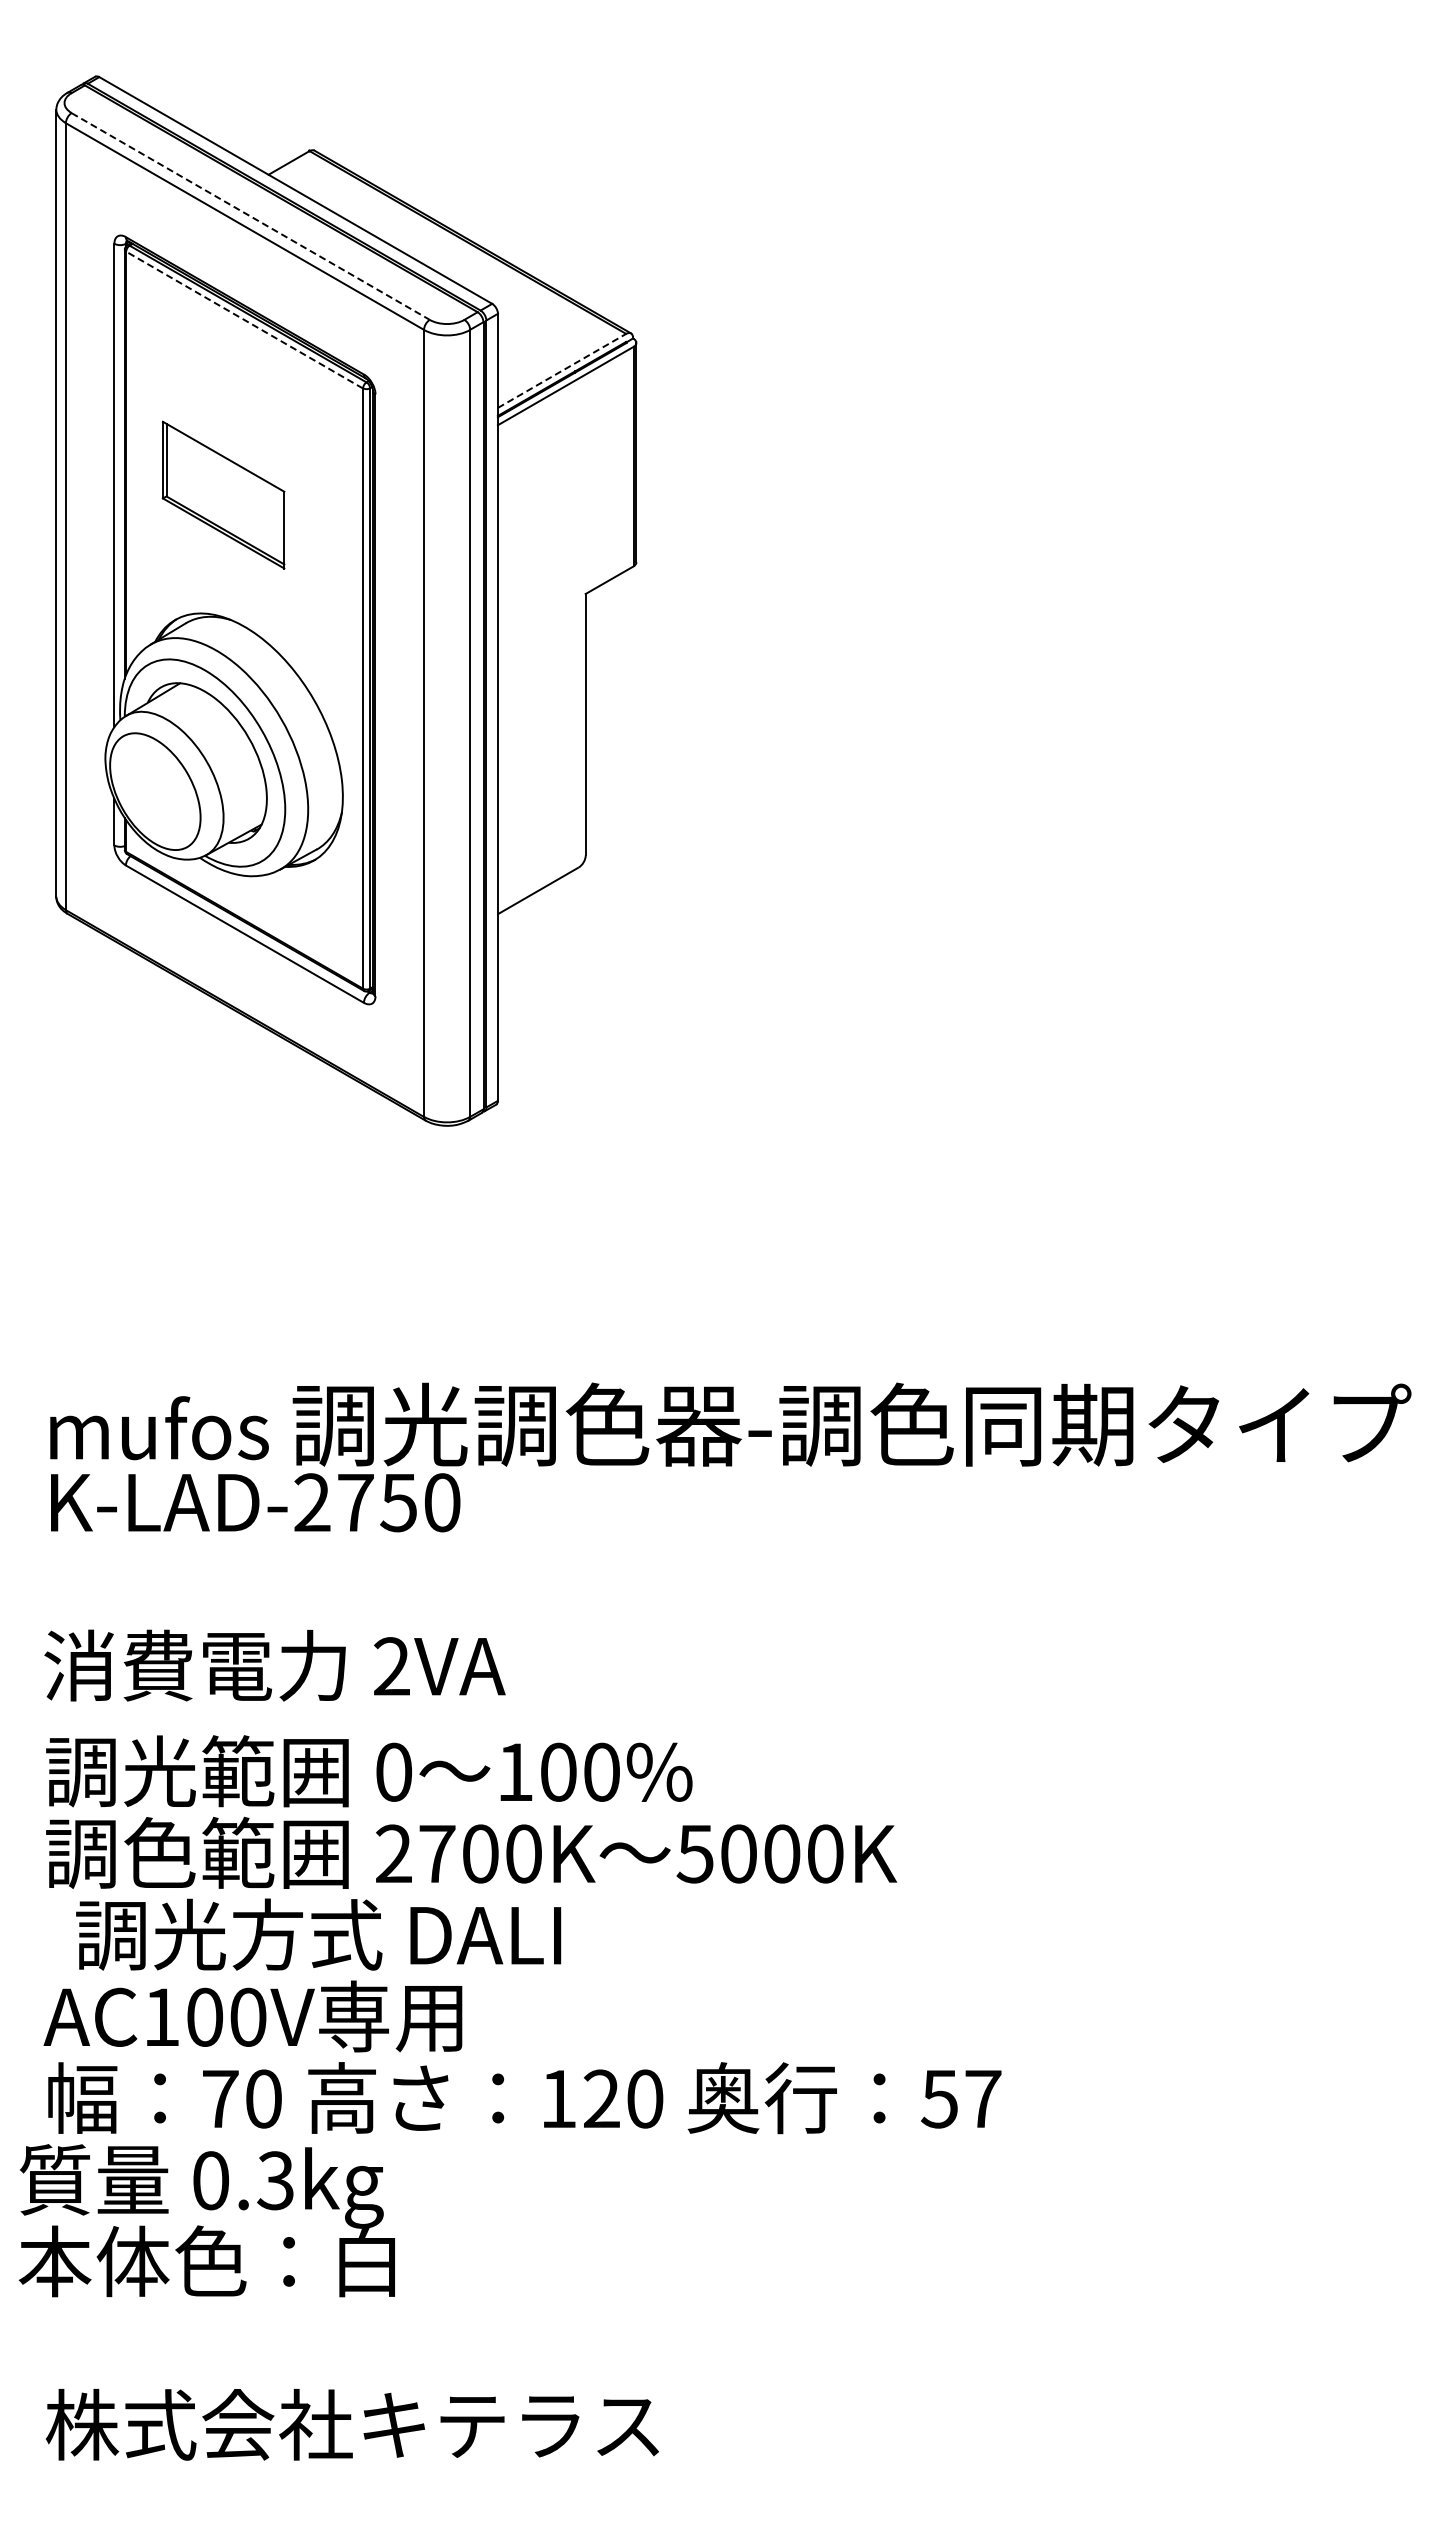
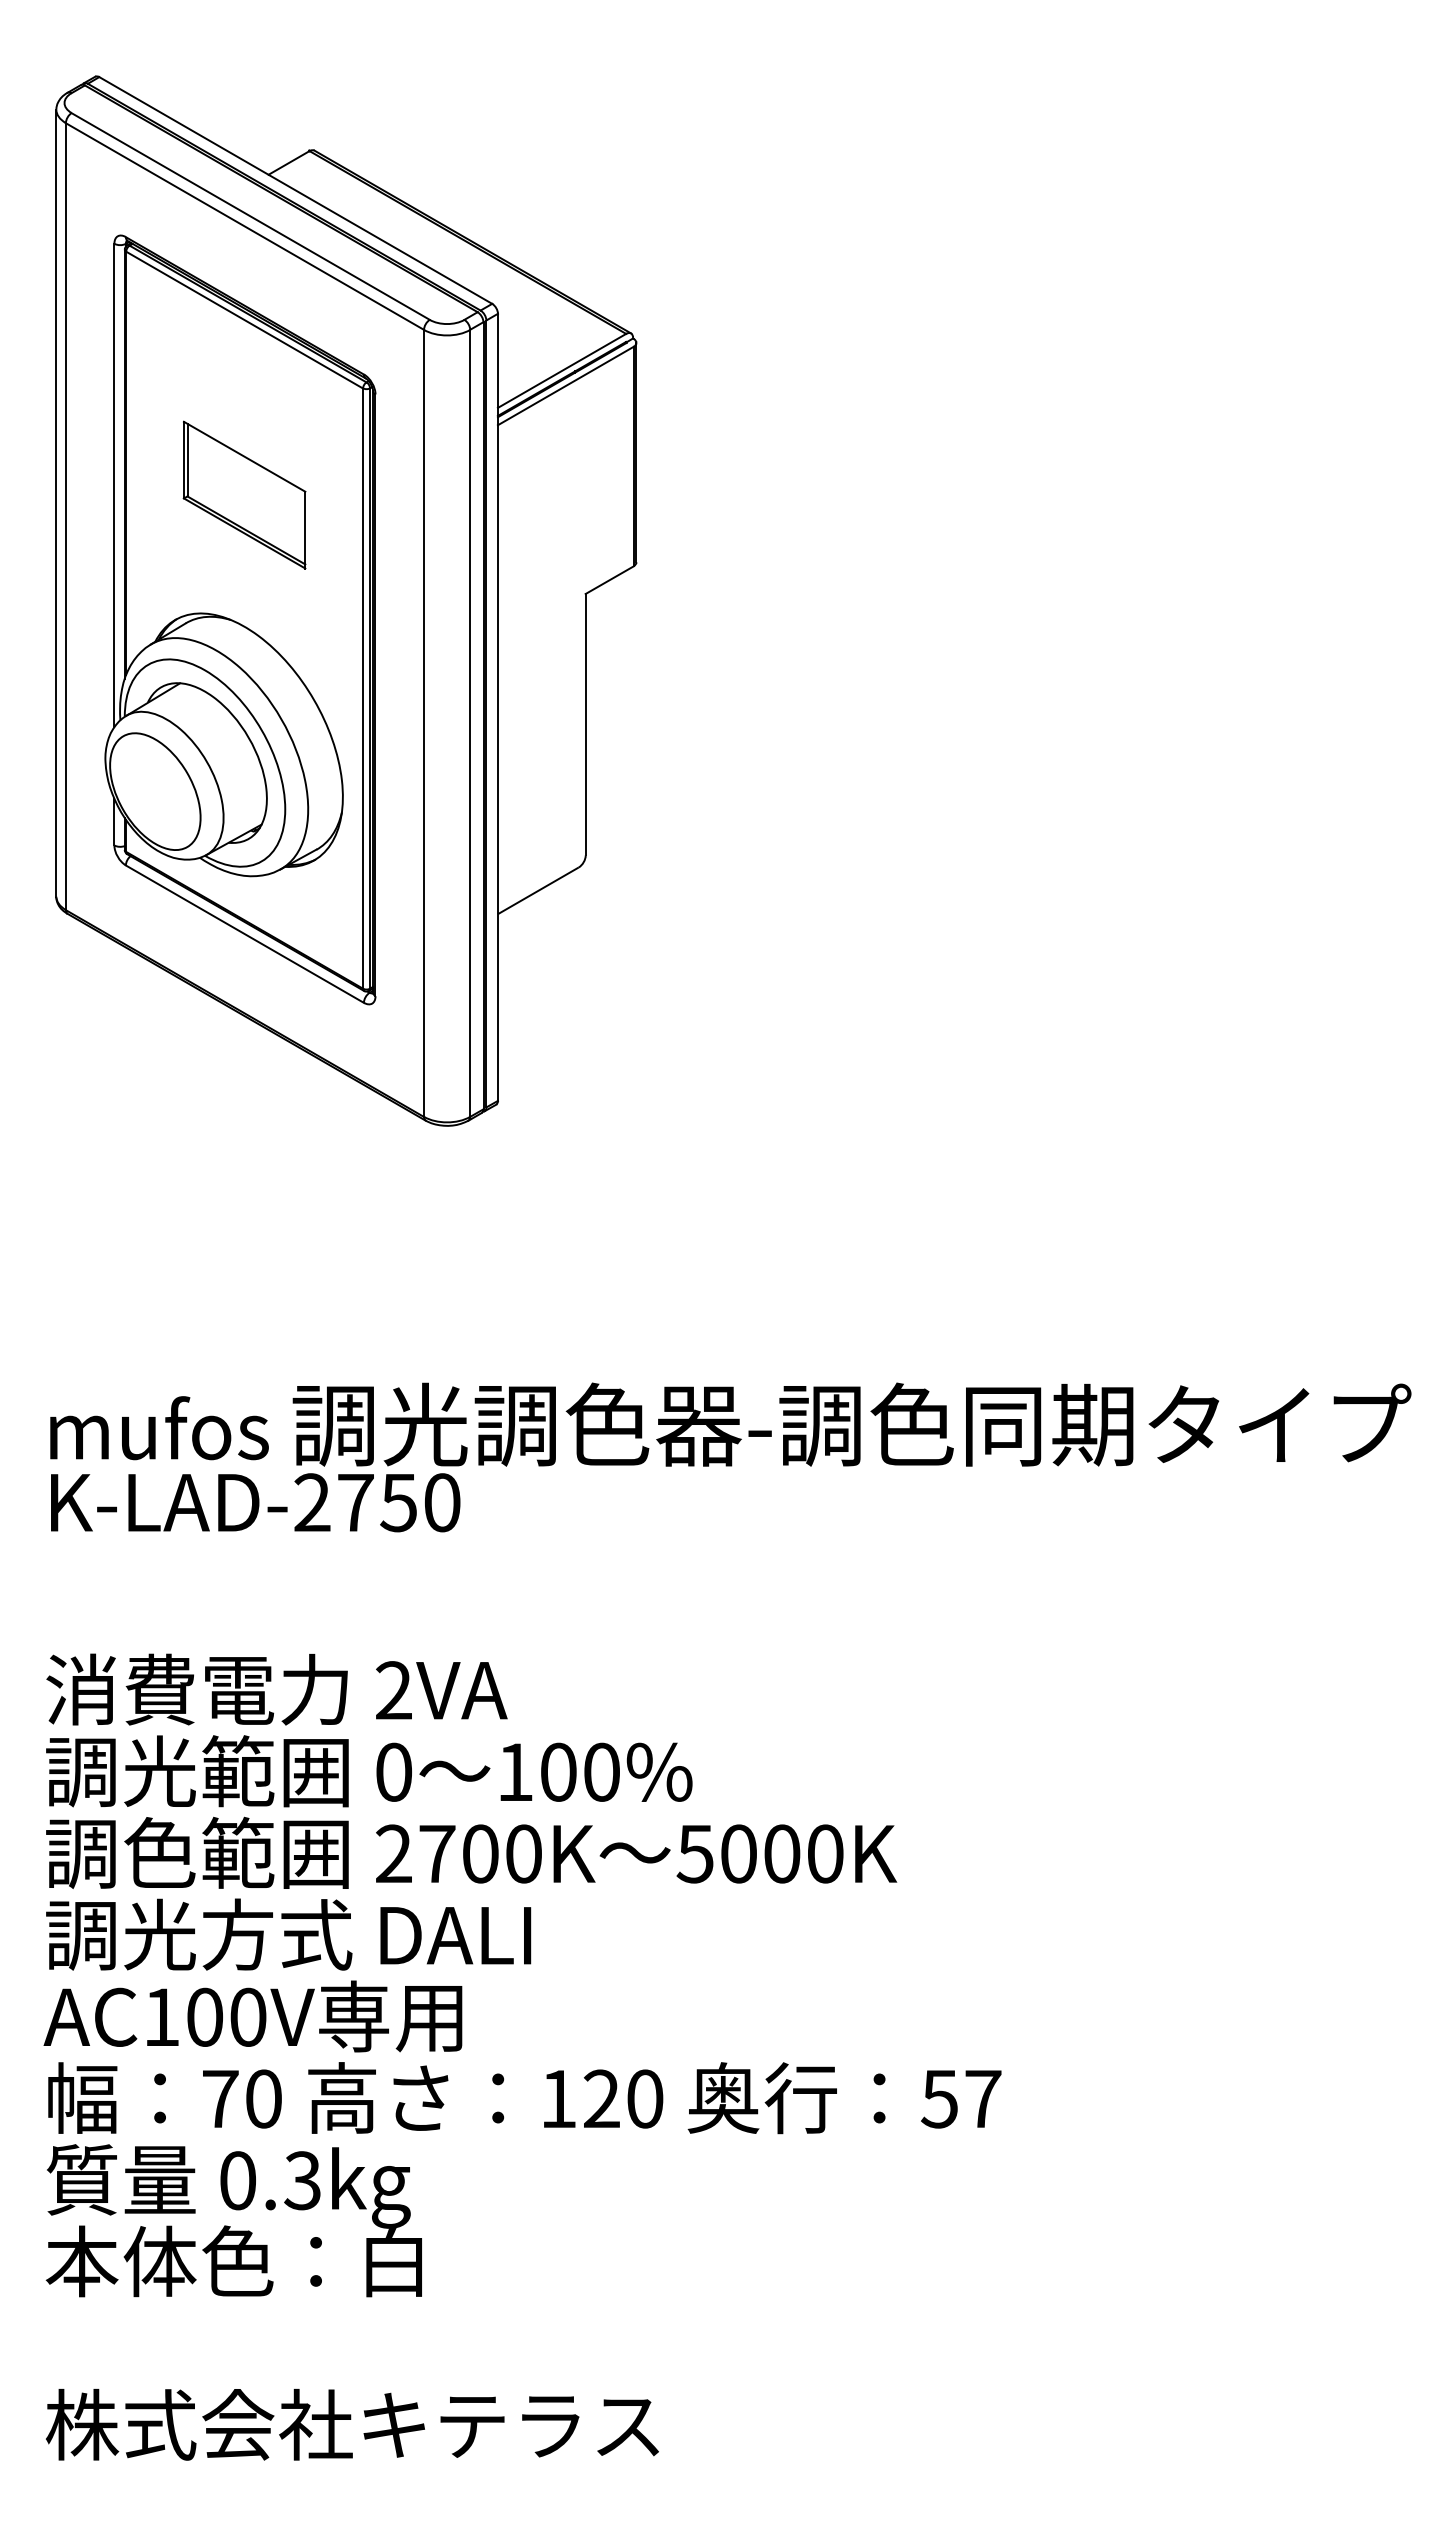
line at (250, 216): dashed -> solid
line at (244, 320): dashed -> solid
line at (562, 370): dashed -> solid
part at (223, 494) position: (223, 494) -> (244, 494)
text at (274, 1665) position: (274, 1665) -> (276, 1689)
text at (318, 1934) position: (318, 1934) -> (288, 1934)
text at (206, 2220) position: (206, 2220) -> (233, 2220)
